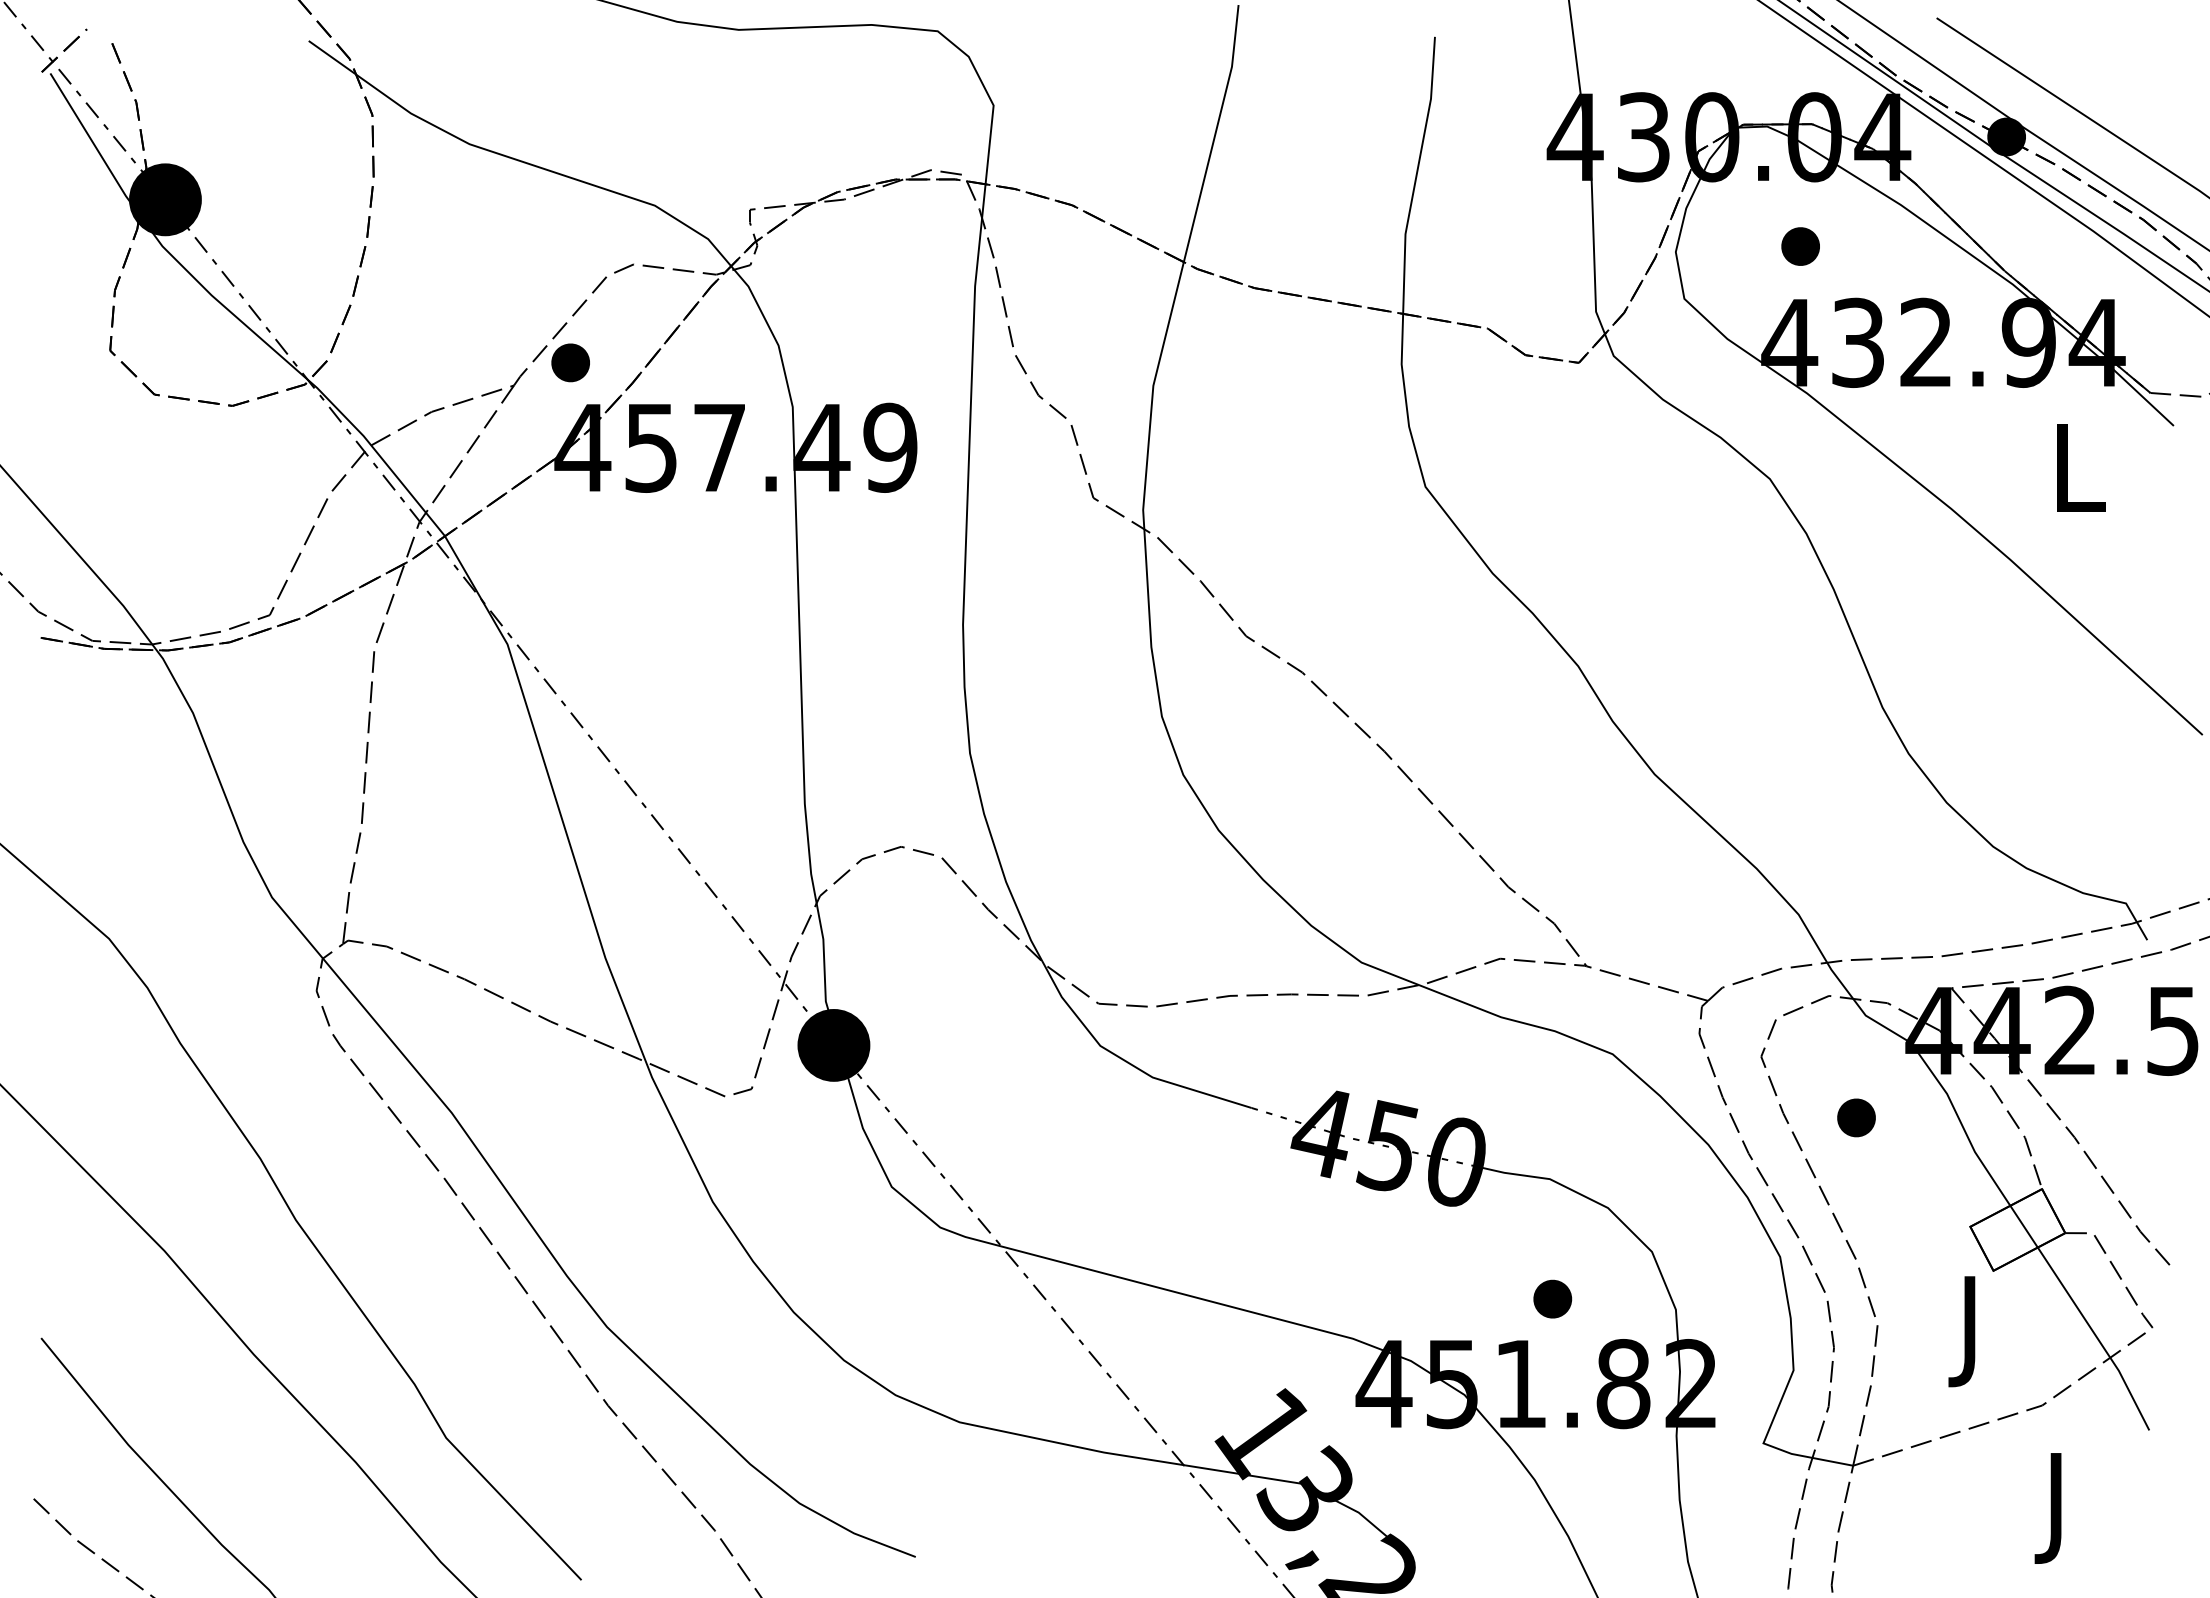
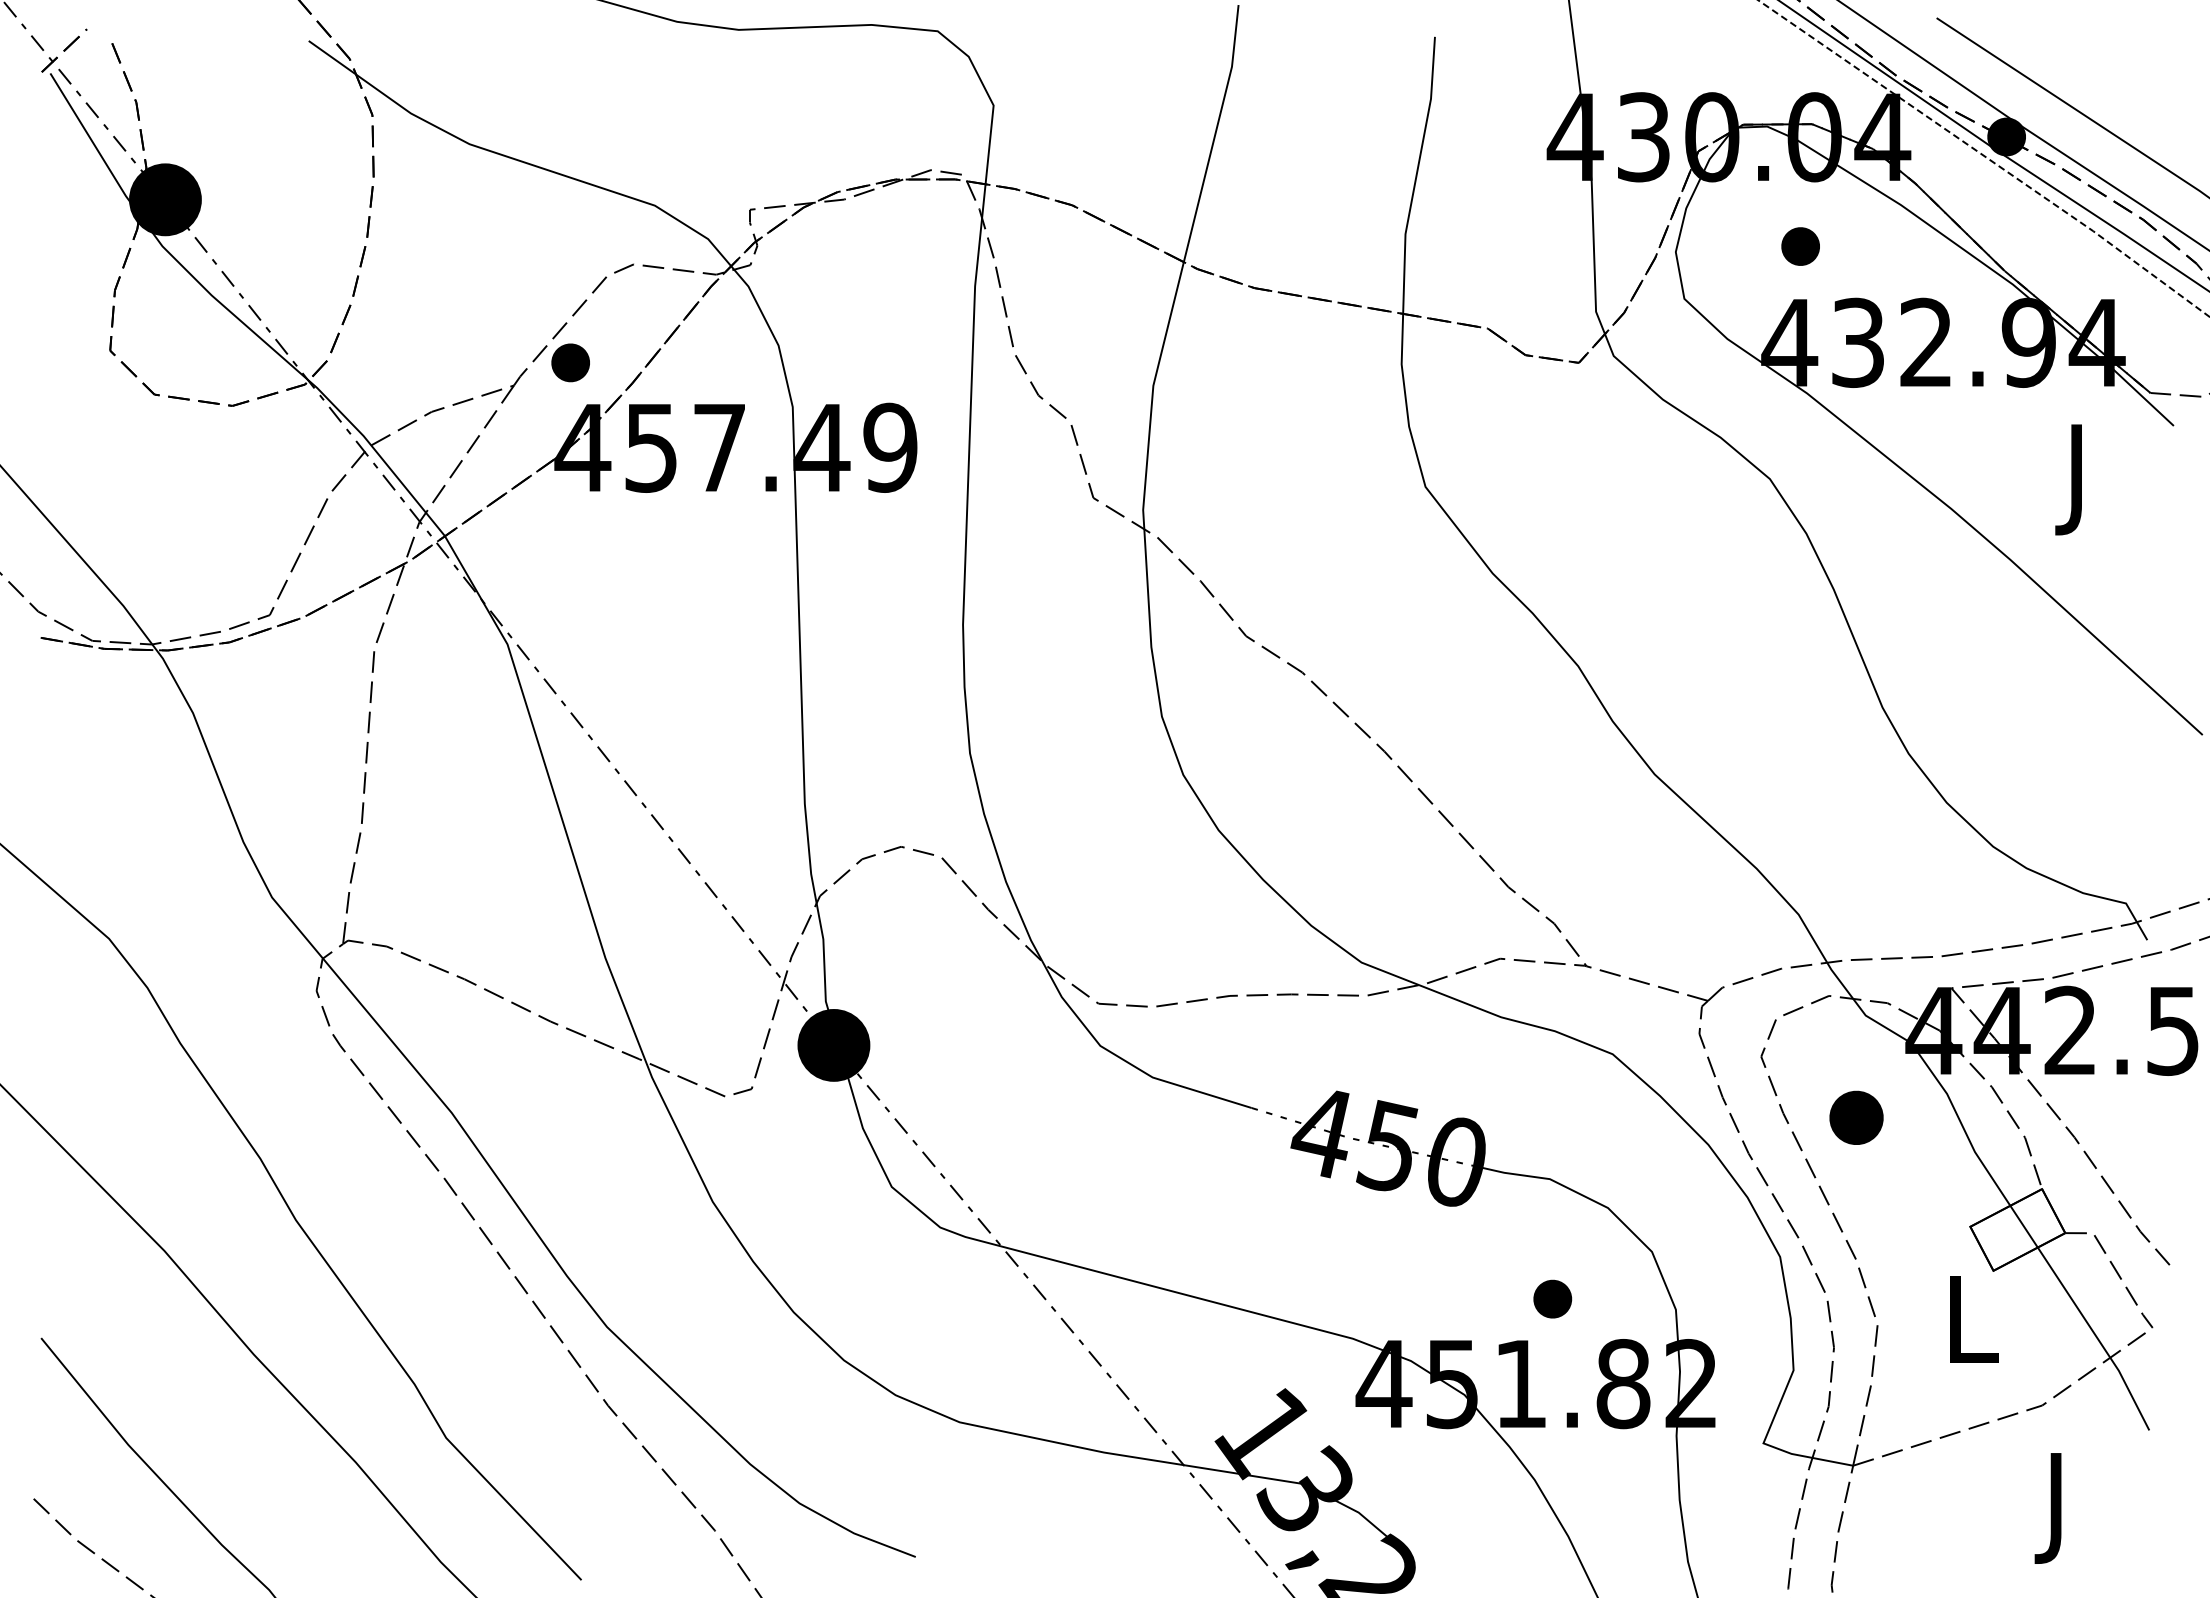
line at (1986, 157): solid -> dashed
text at (2080, 479): L -> J
part at (1856, 1117) size: 39x40 px -> 55x55 px
text at (1973, 1331): J -> L
